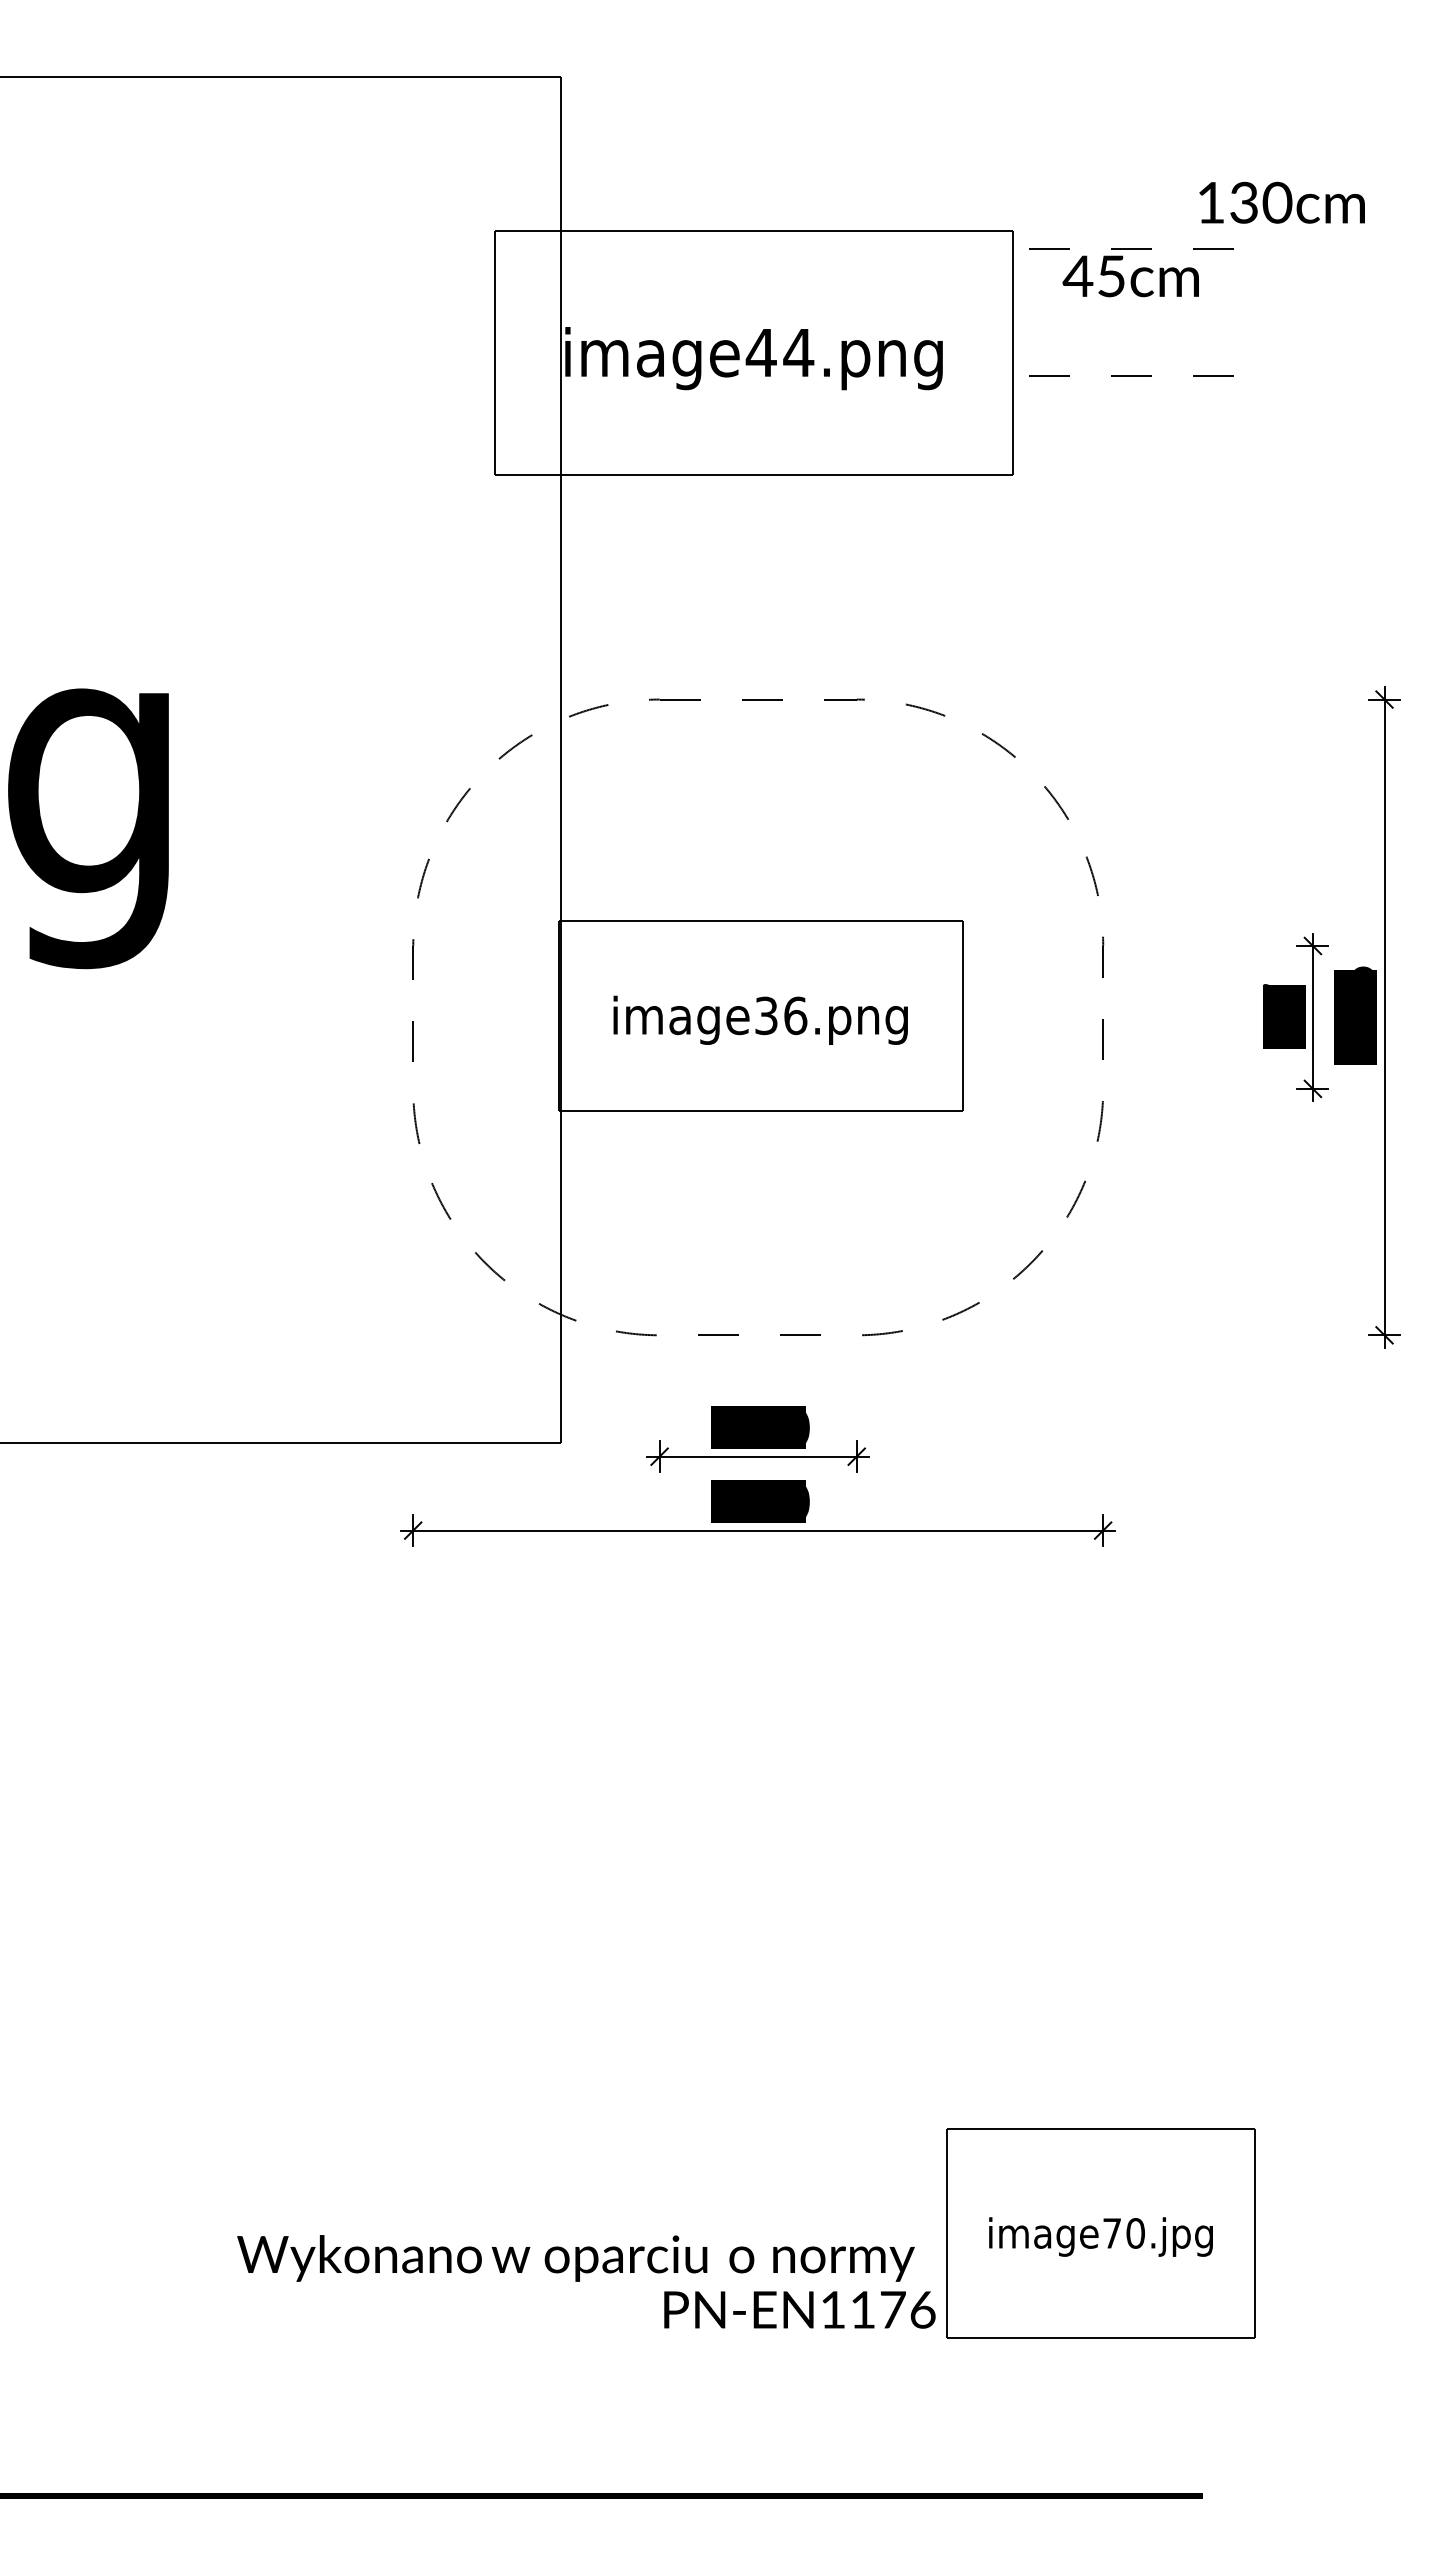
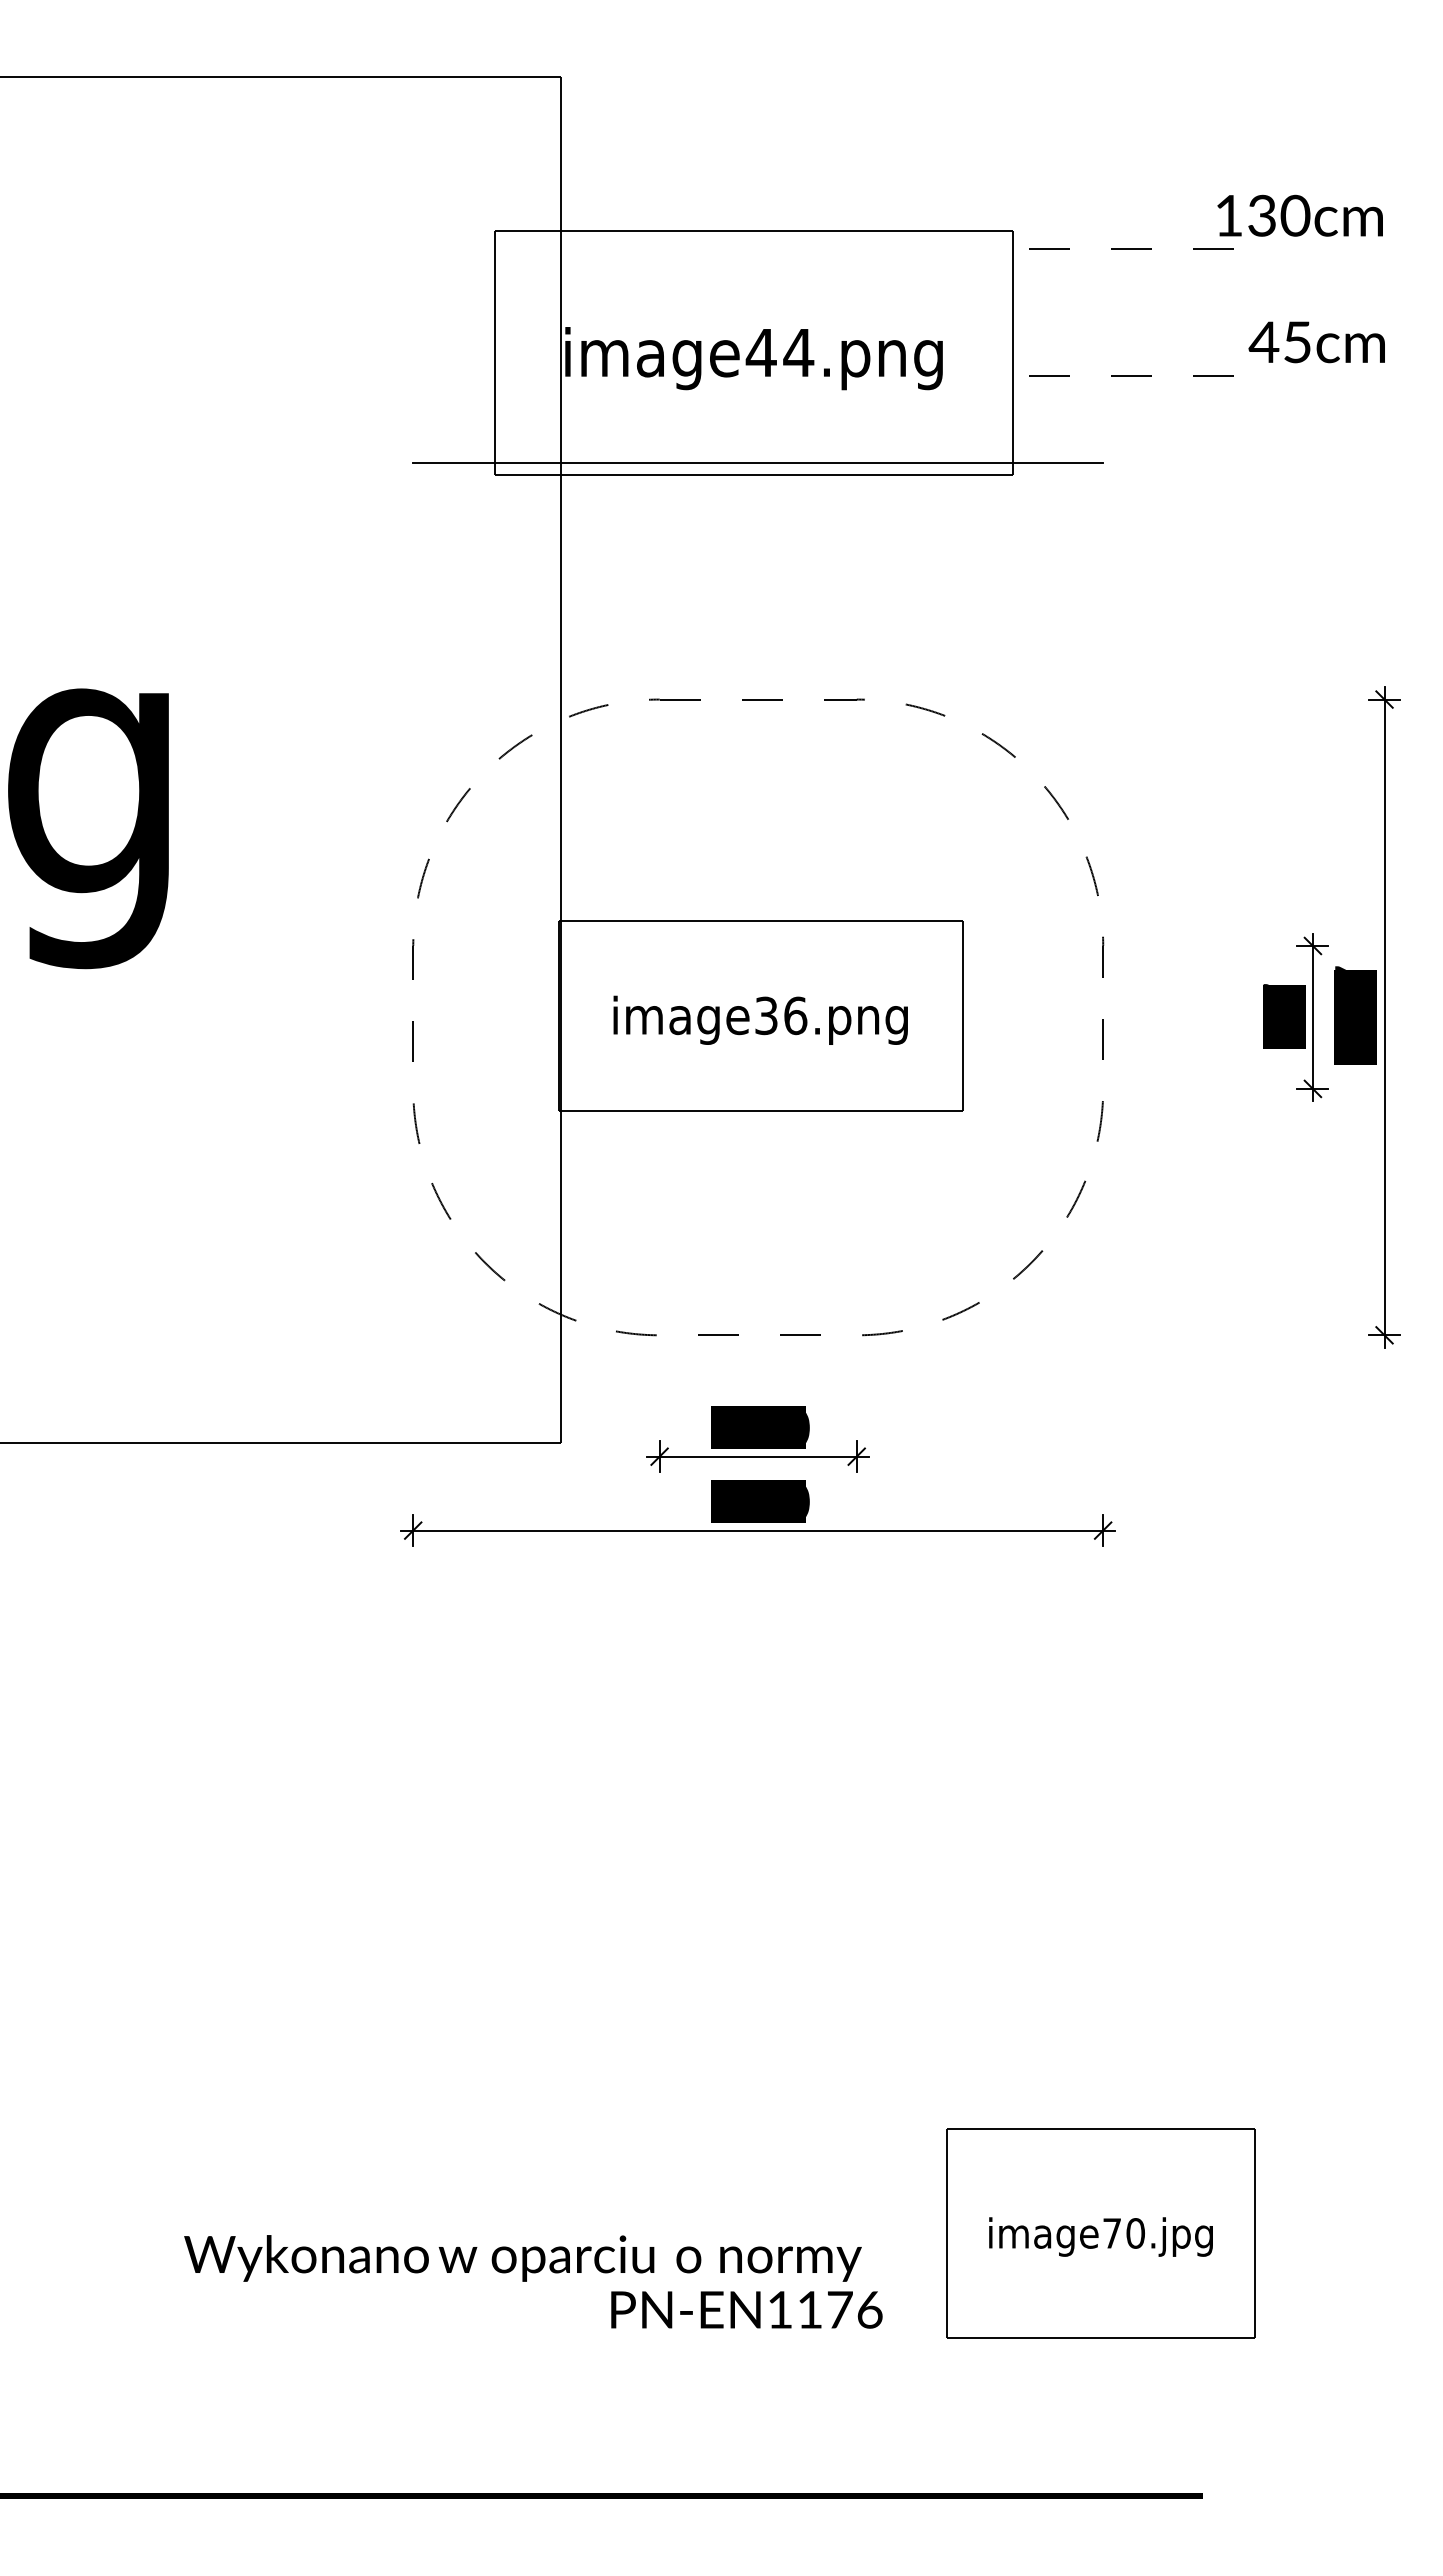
text at (1281, 202) position: (1281, 202) -> (1299, 215)
text at (1130, 276) position: (1130, 276) -> (1316, 342)
line at (758, 462): none -> present
text at (1353, 967): 386 -> 387
text at (586, 2281) position: (586, 2281) -> (533, 2281)
